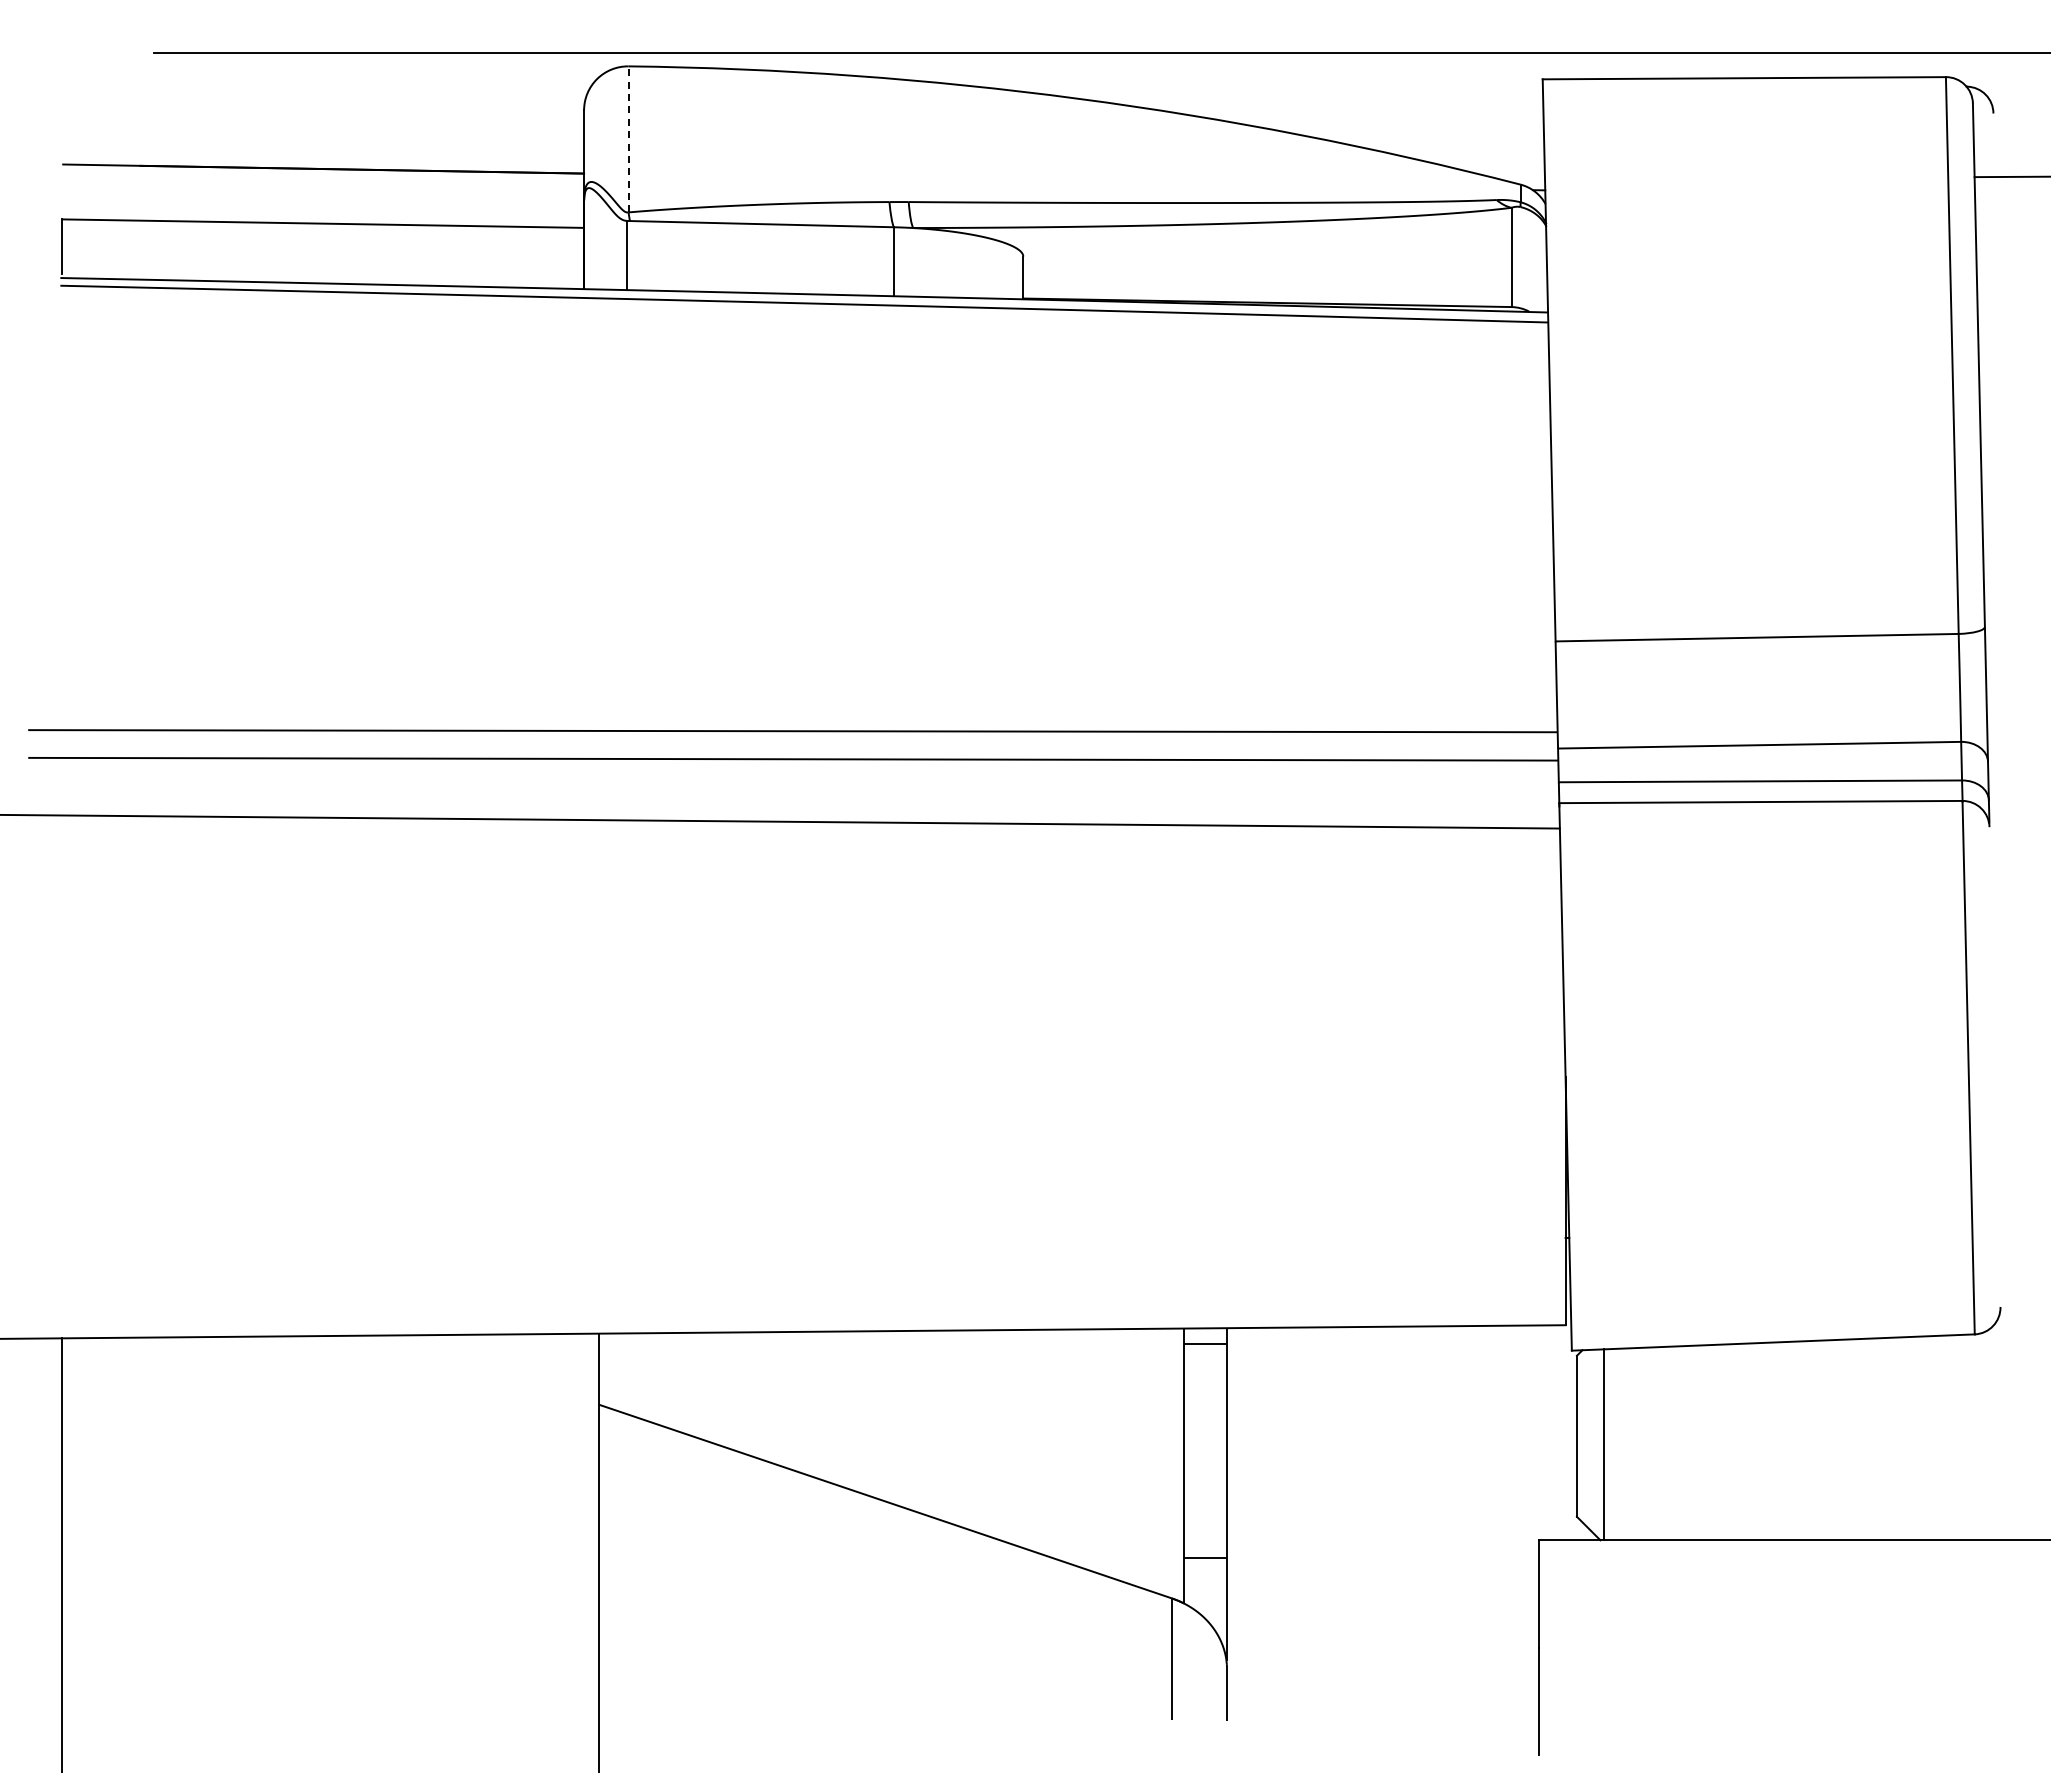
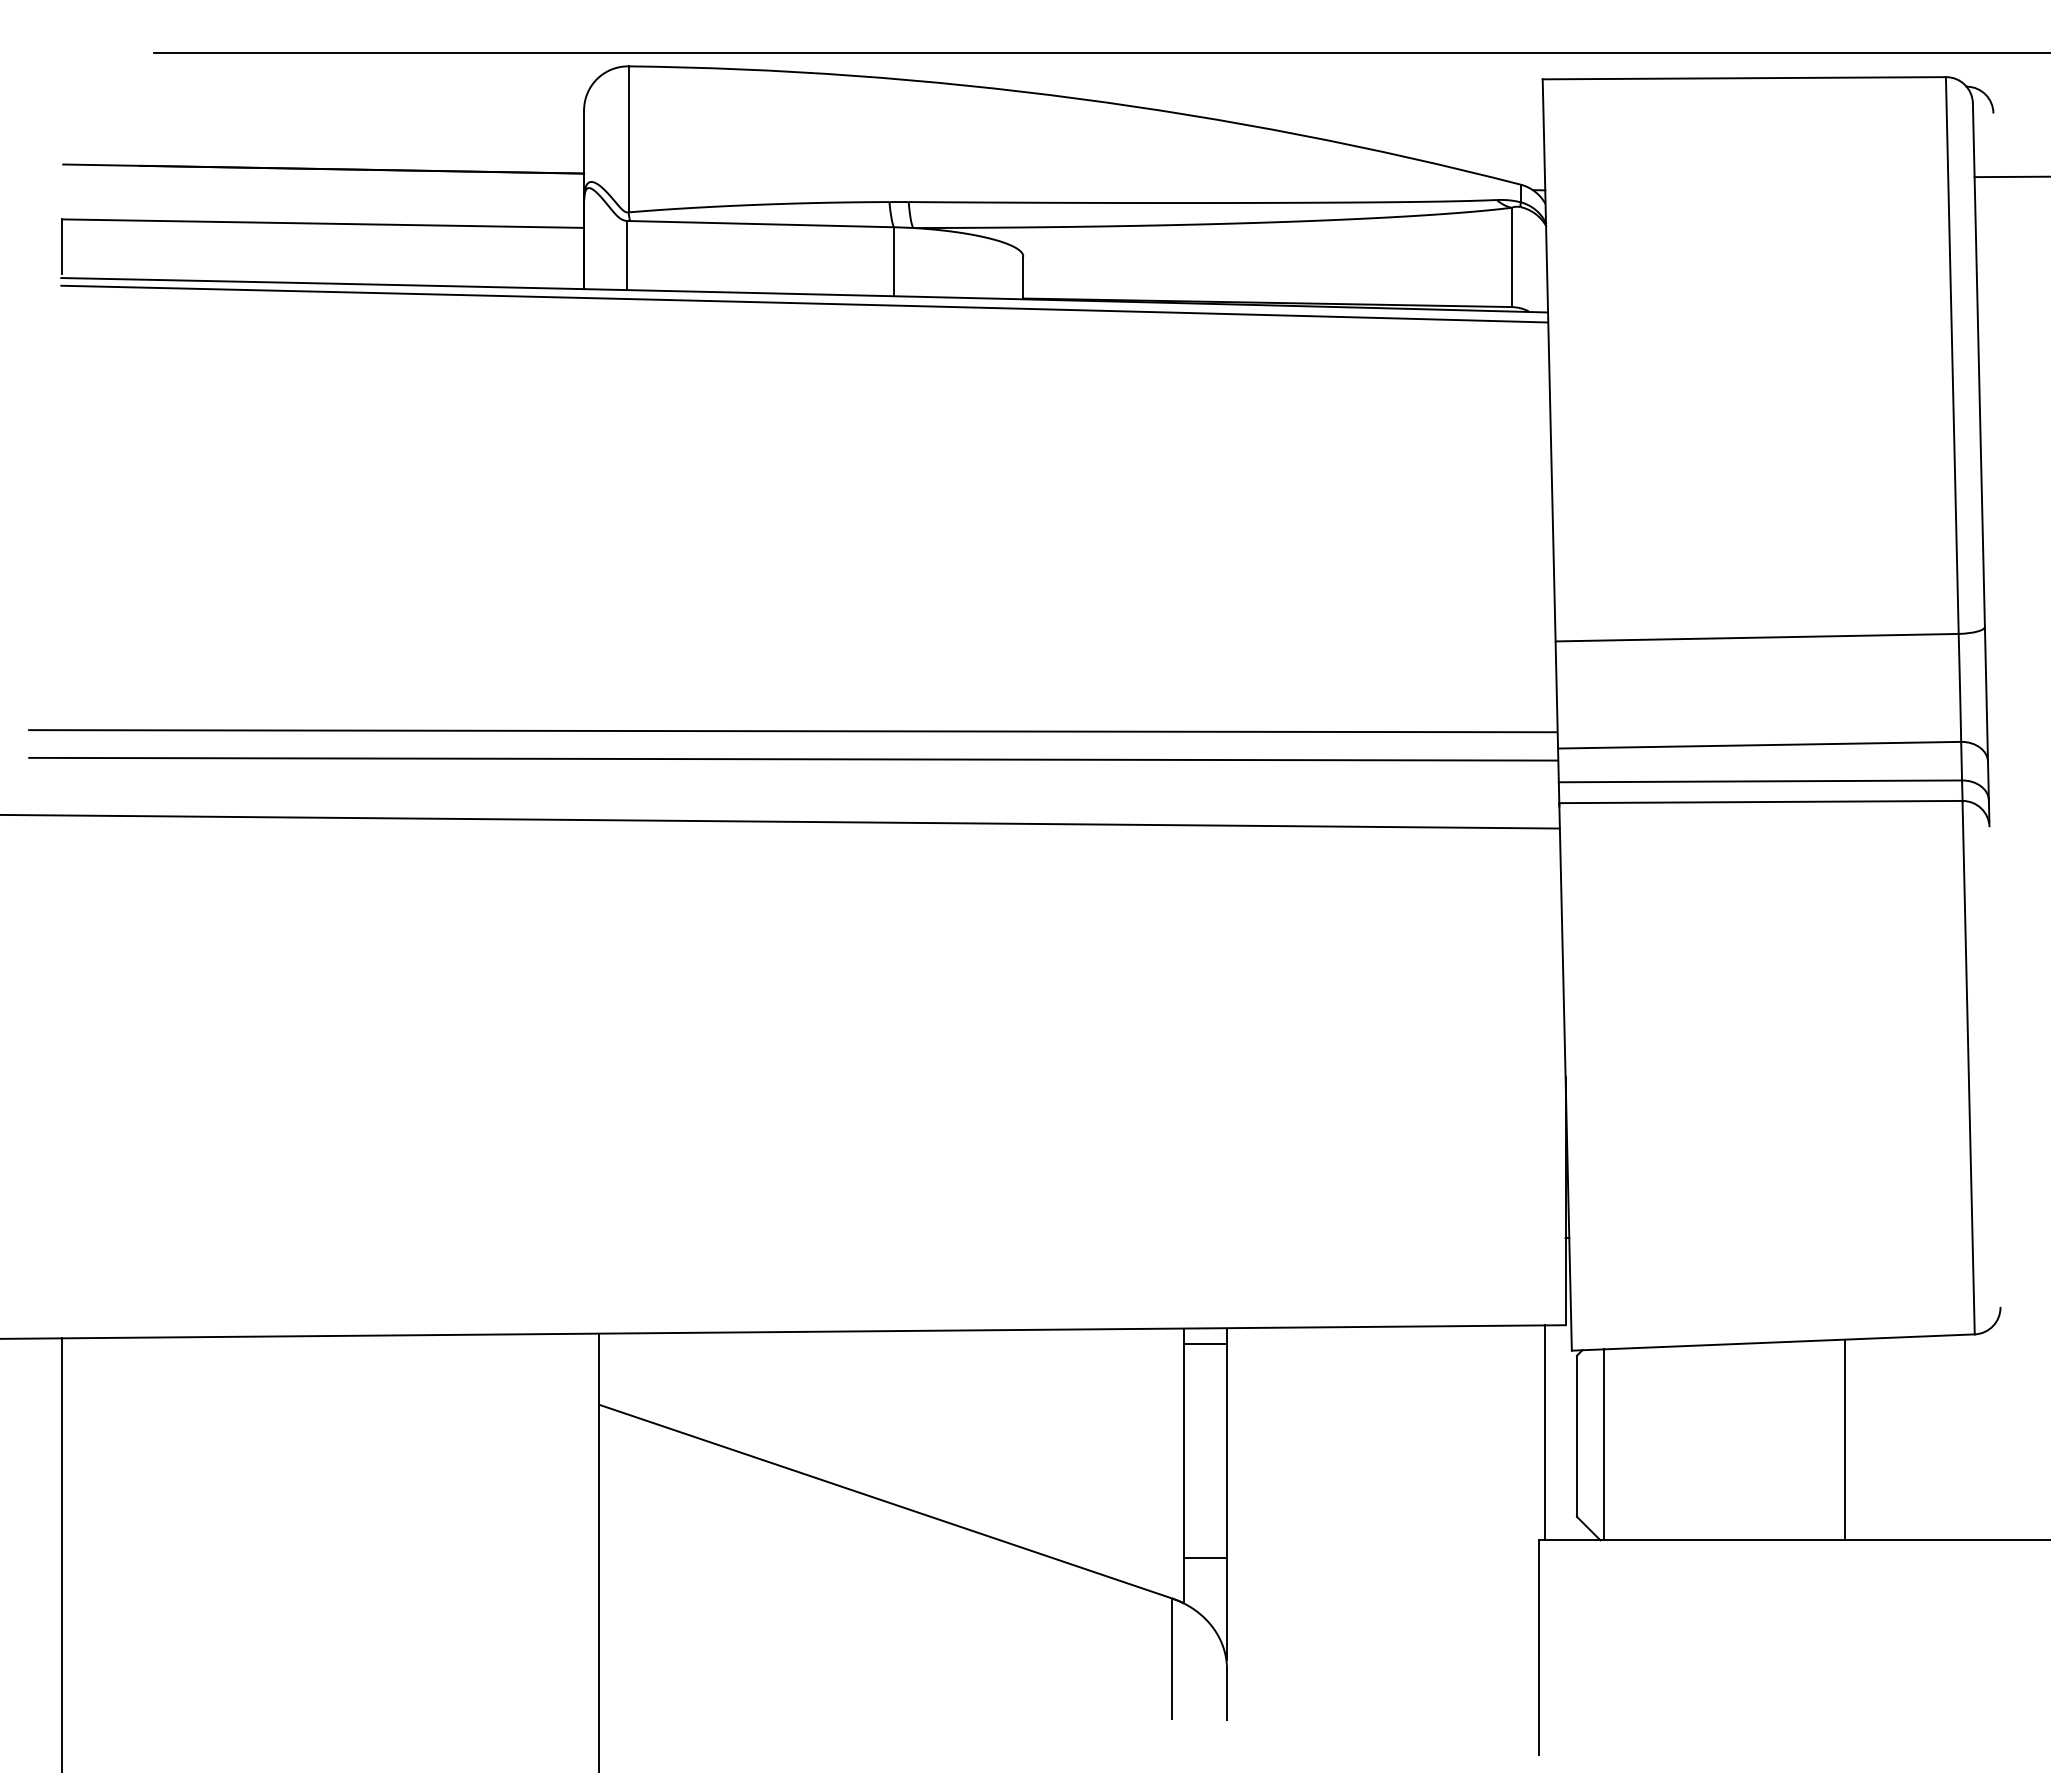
line at (628, 138): dashed -> solid
line at (1544, 1432): none -> present
line at (1845, 1439): none -> present
